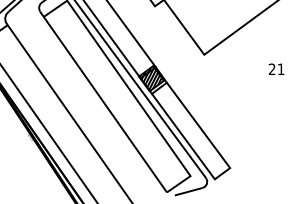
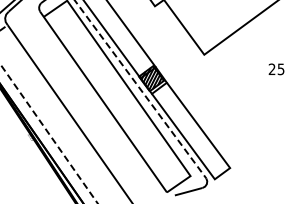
text at (280, 69): 21 -> 25
line at (139, 87): solid -> dashed
line at (45, 129): solid -> dashed
